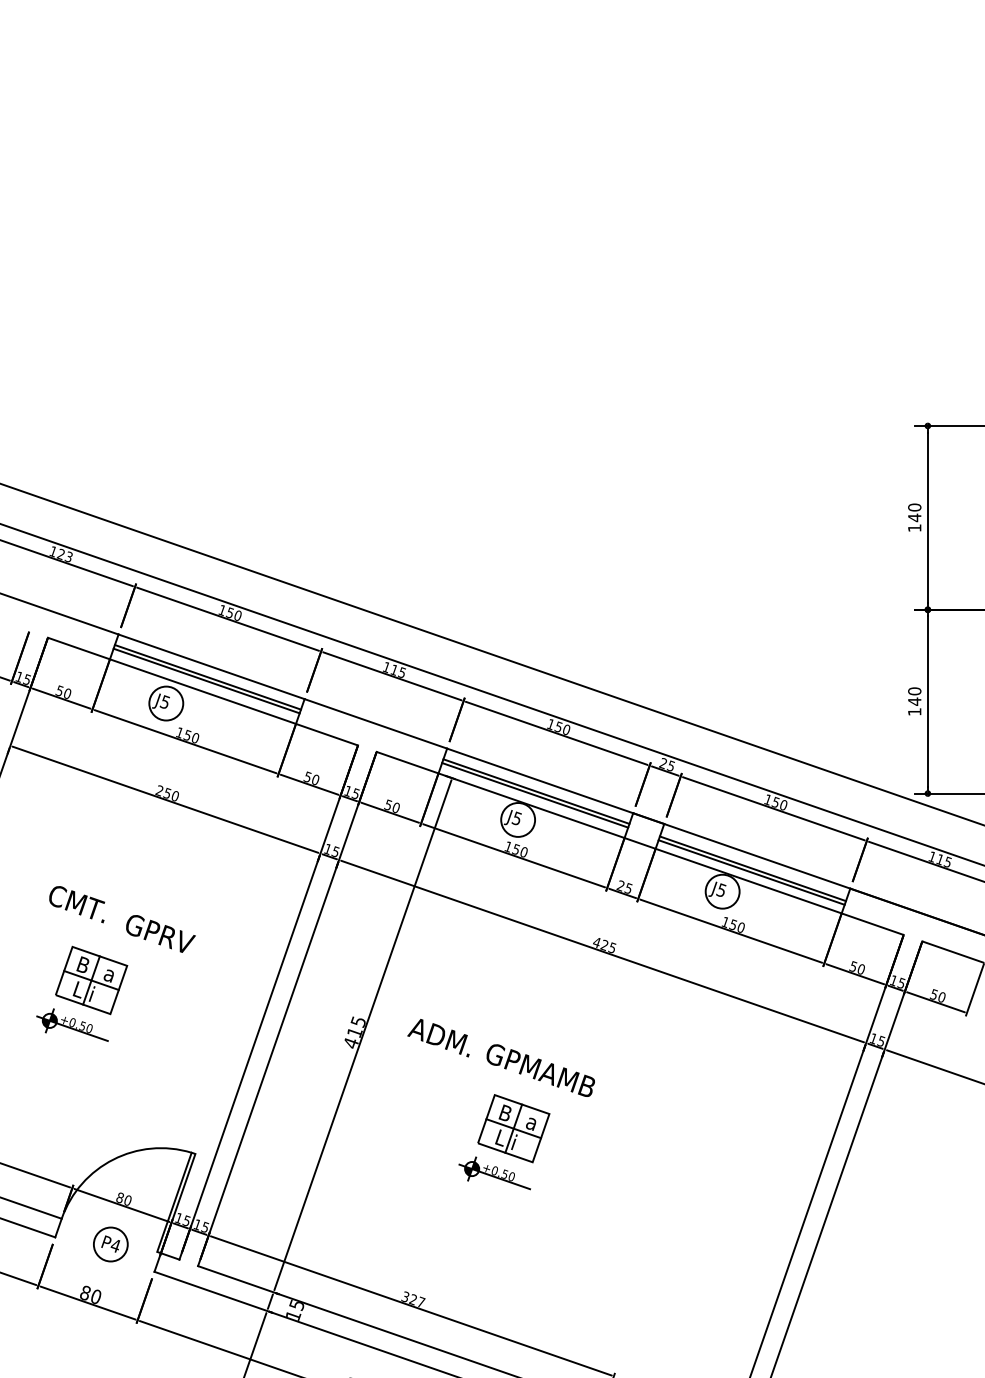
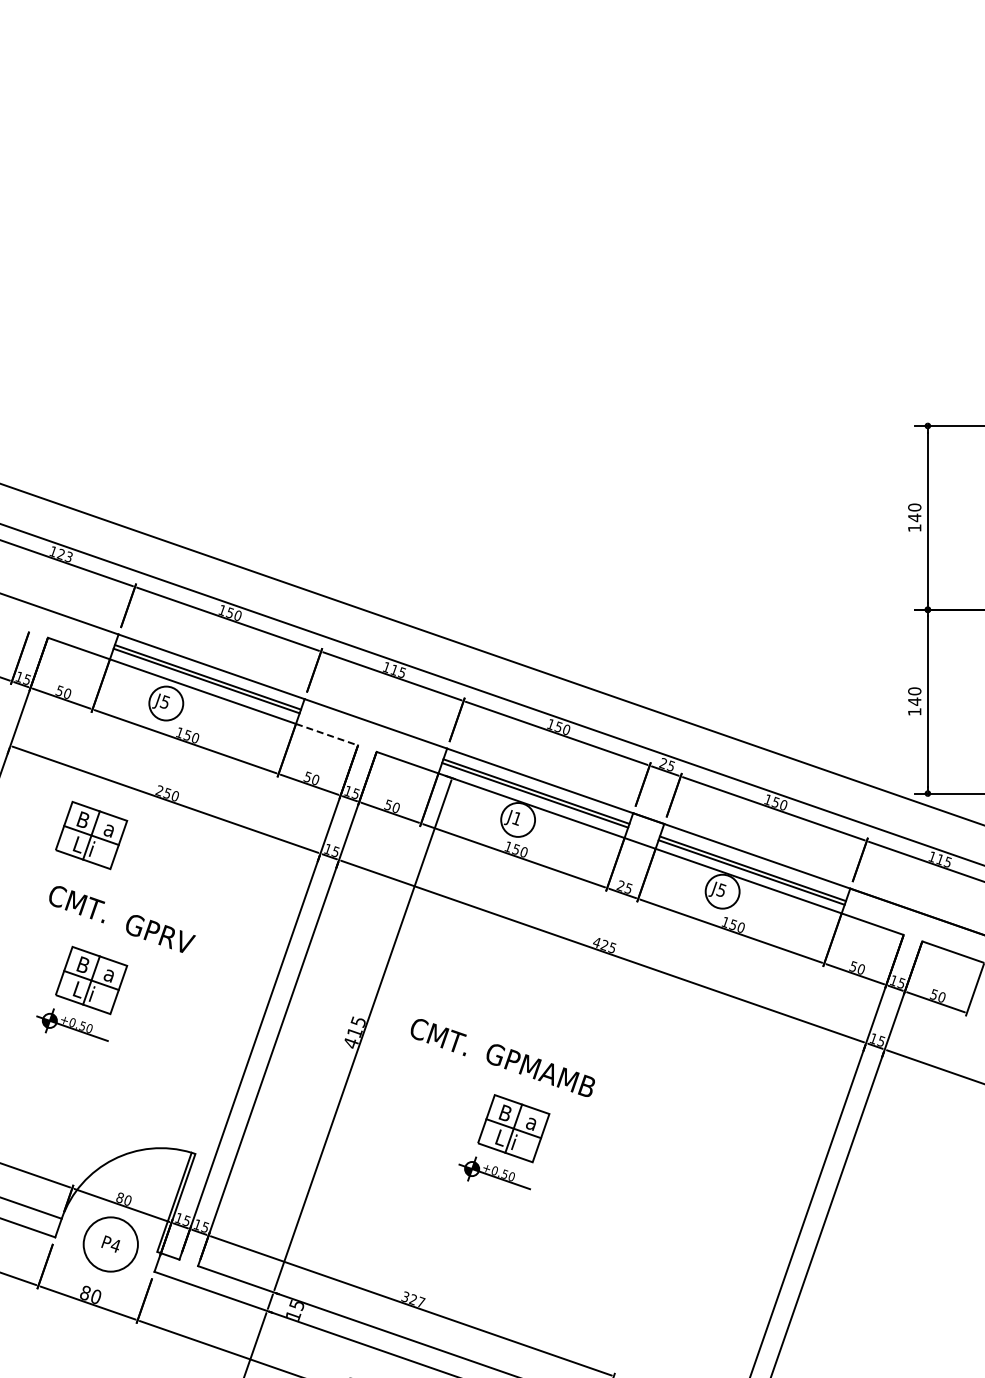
line at (327, 734): solid -> dashed
text at (516, 818): J5 -> J1
part at (91, 835): none -> present
text at (438, 1037): ADM. -> CMT.
circle at (110, 1244) diameter: 34 px -> 54 px
